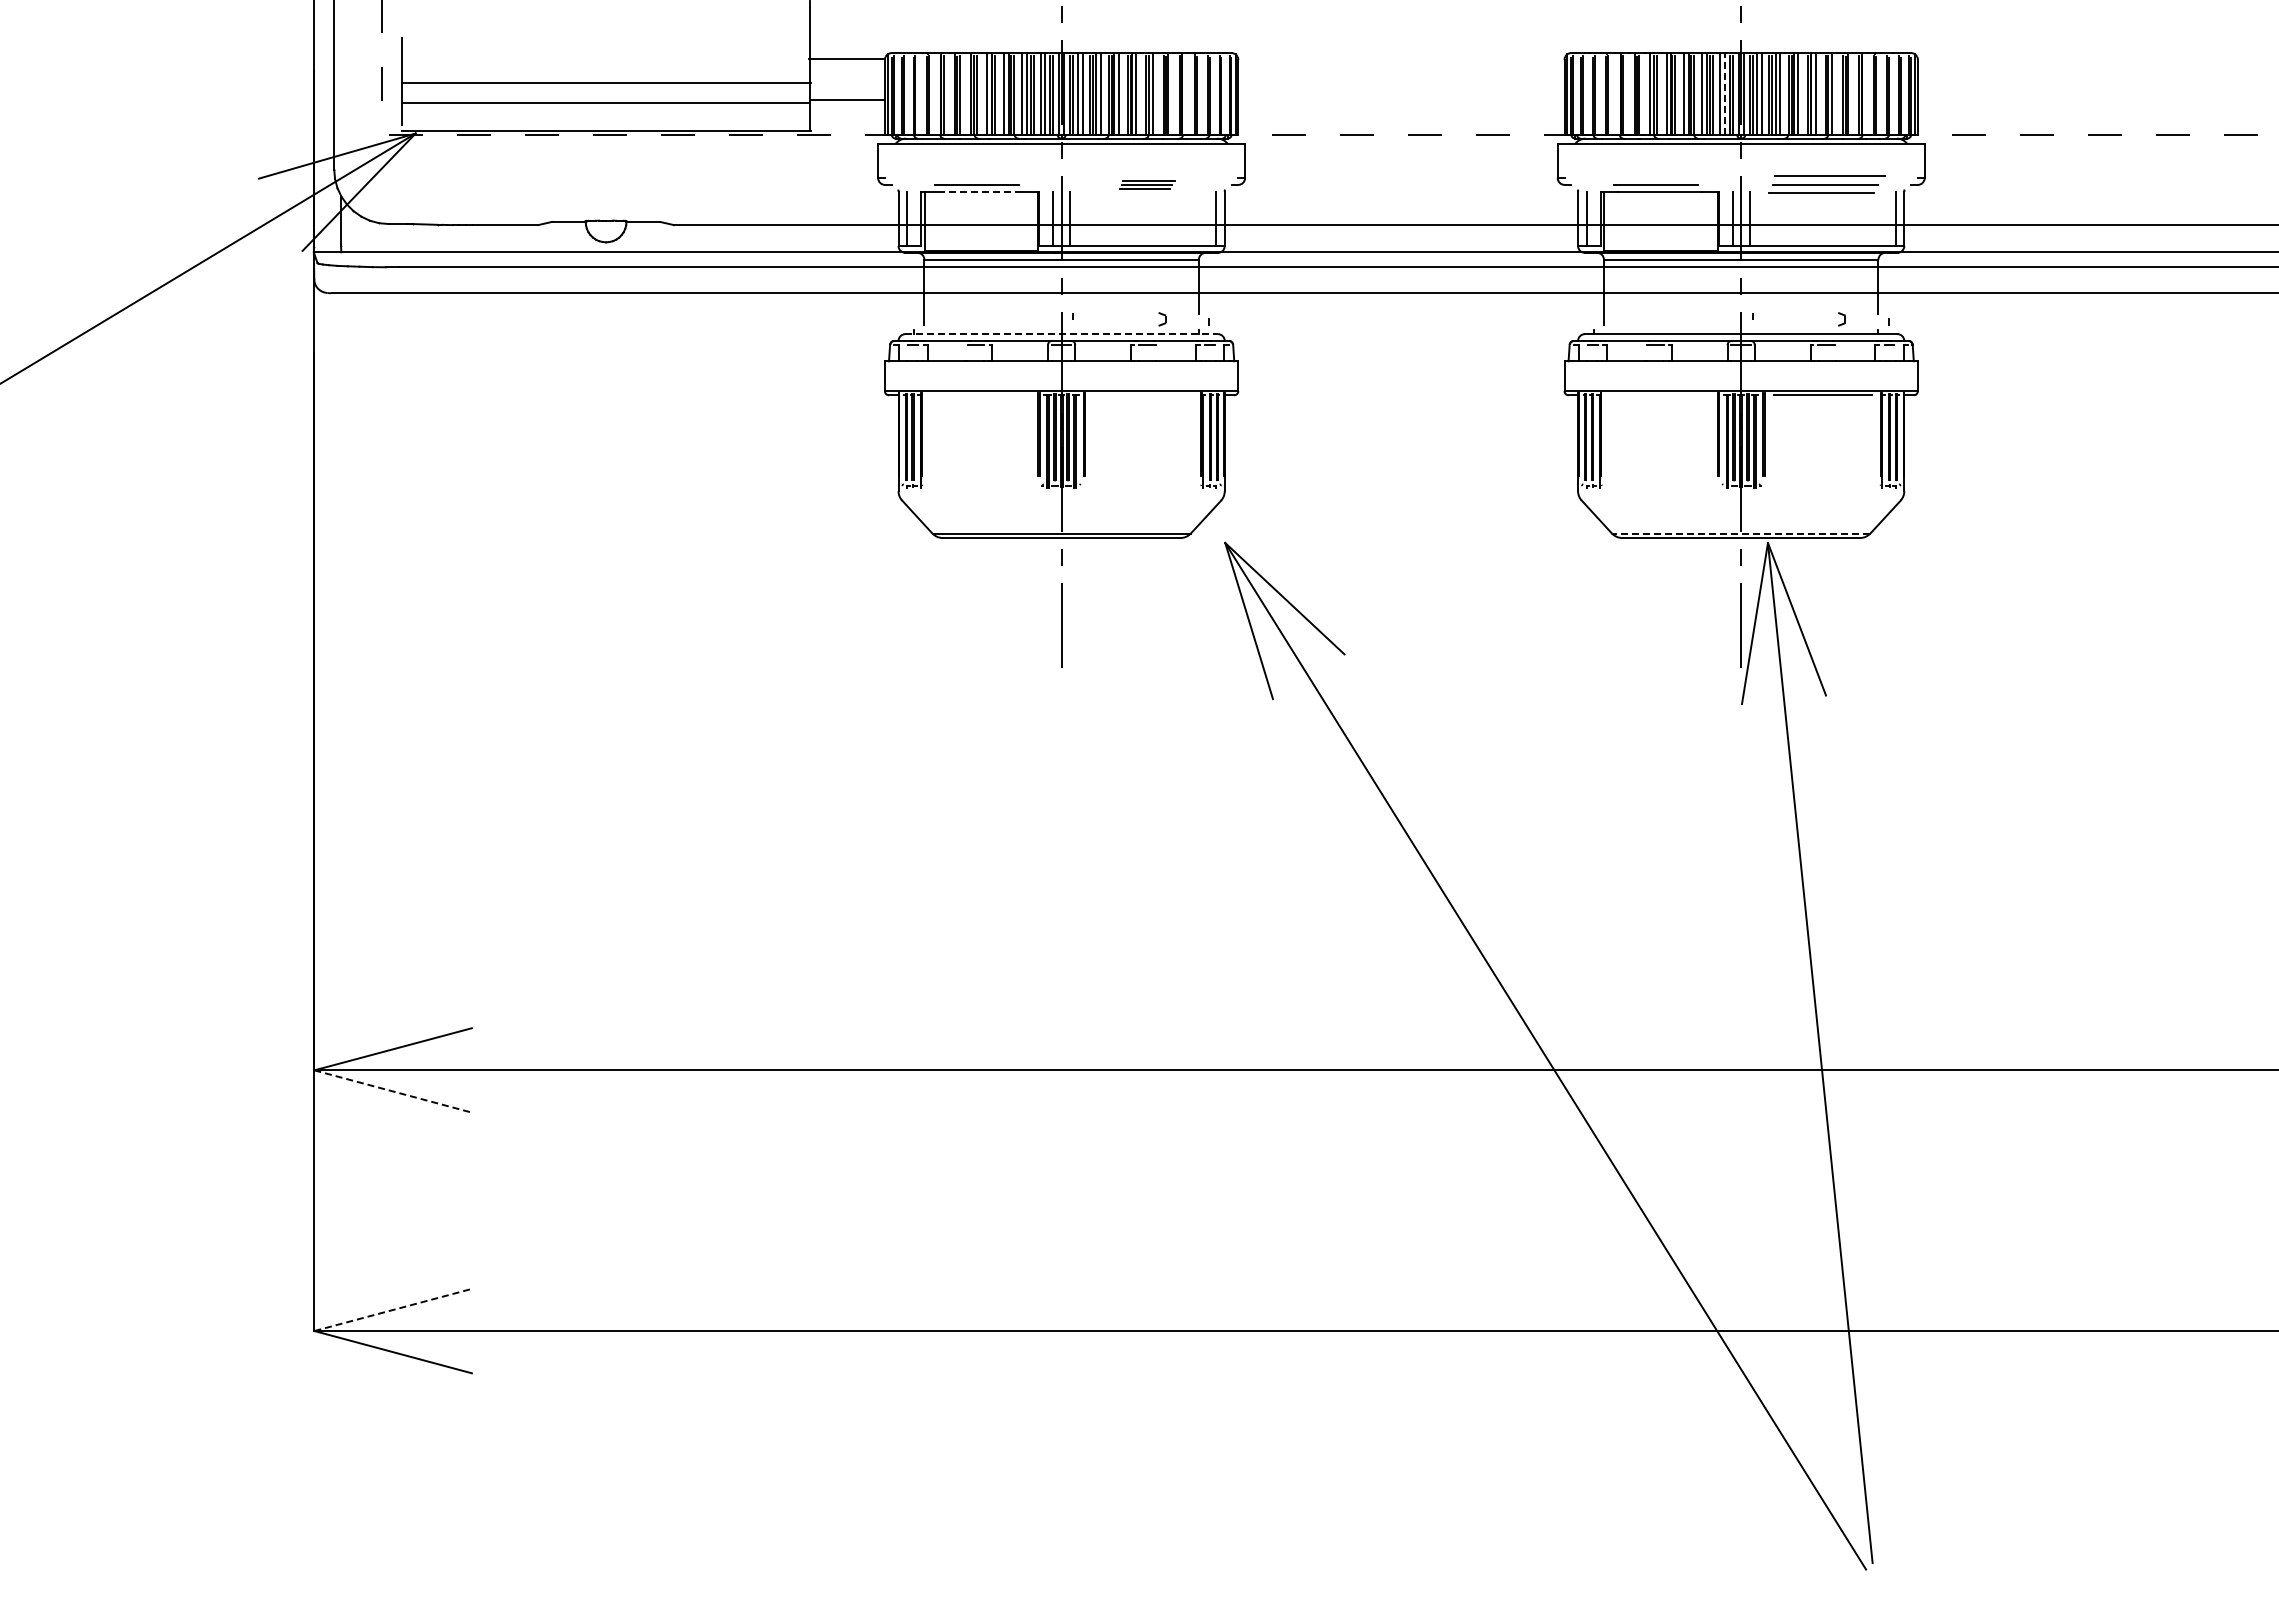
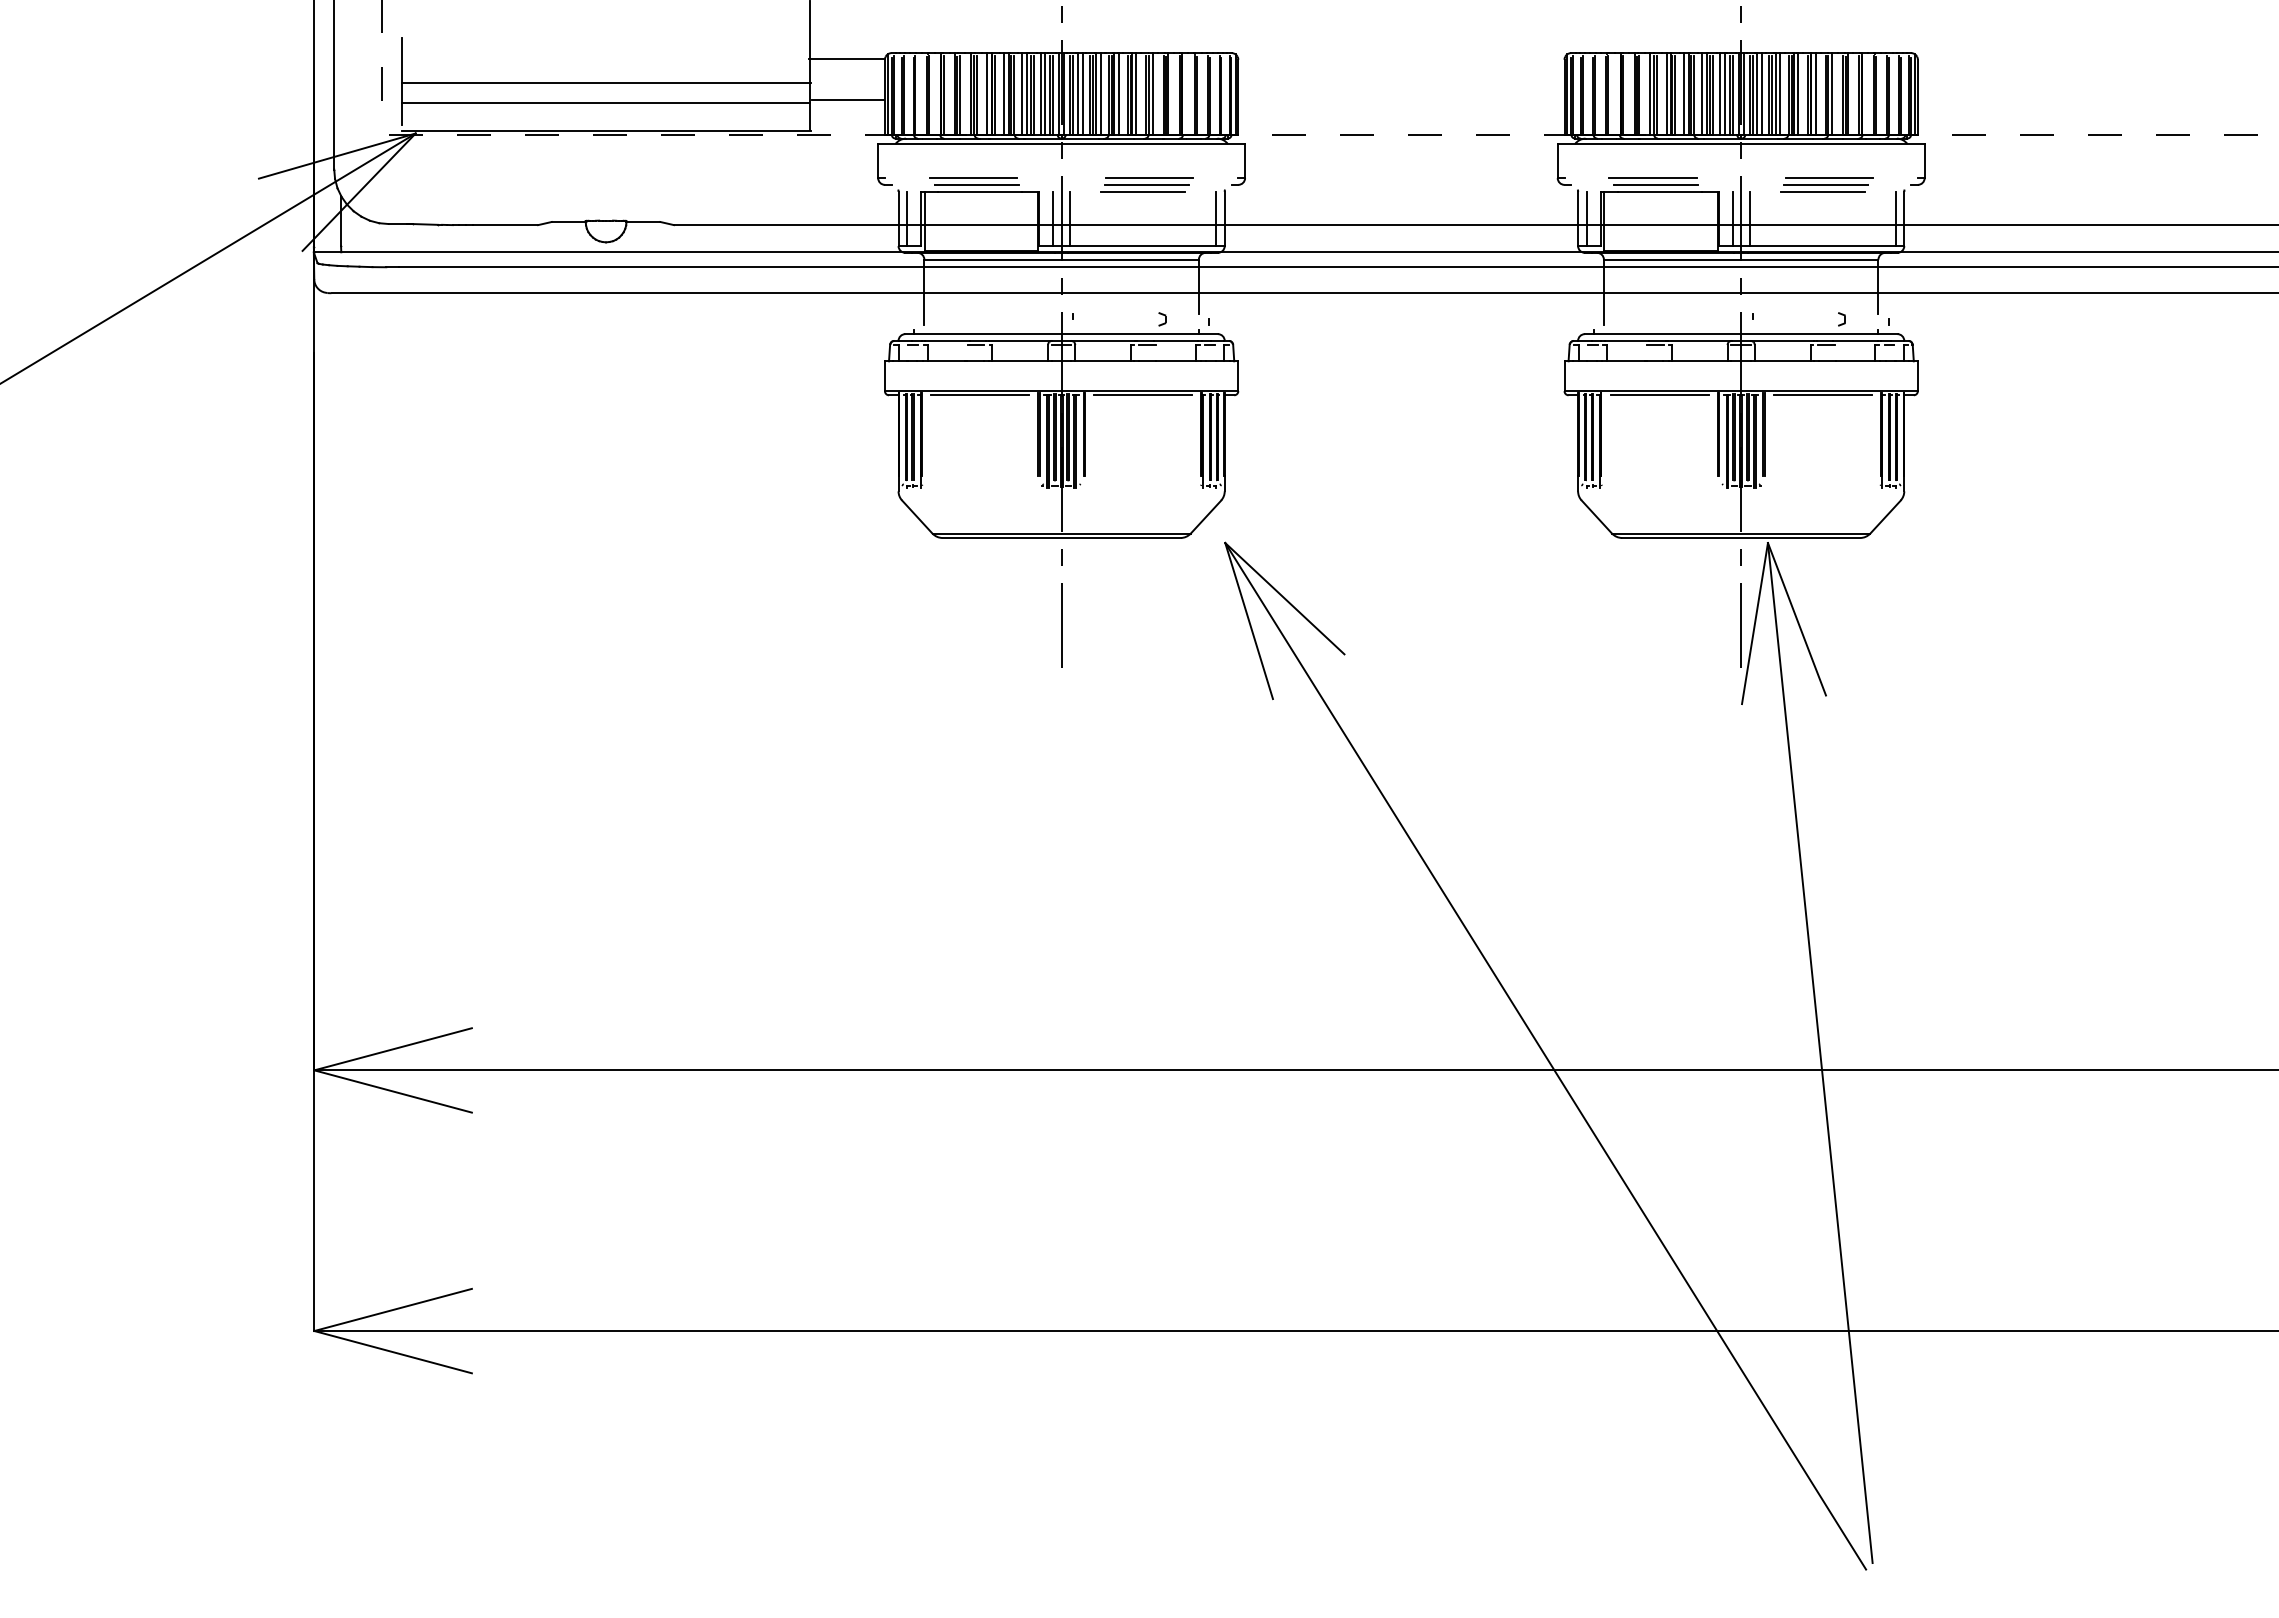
line at (1725, 93): dashed -> solid
line at (973, 178): none -> present
line at (1652, 178): none -> present
part at (1147, 184) size: 57x10 px -> 94x16 px
part at (1826, 184) size: 118x19 px -> 94x16 px
line at (980, 191): dashed -> solid
line at (1062, 334): dashed -> solid
line at (980, 395): none -> present
line at (1143, 395): none -> present
line at (1659, 395): none -> present
line at (1740, 533): dashed -> solid
line at (393, 1091): dashed -> solid
line at (393, 1309): dashed -> solid
